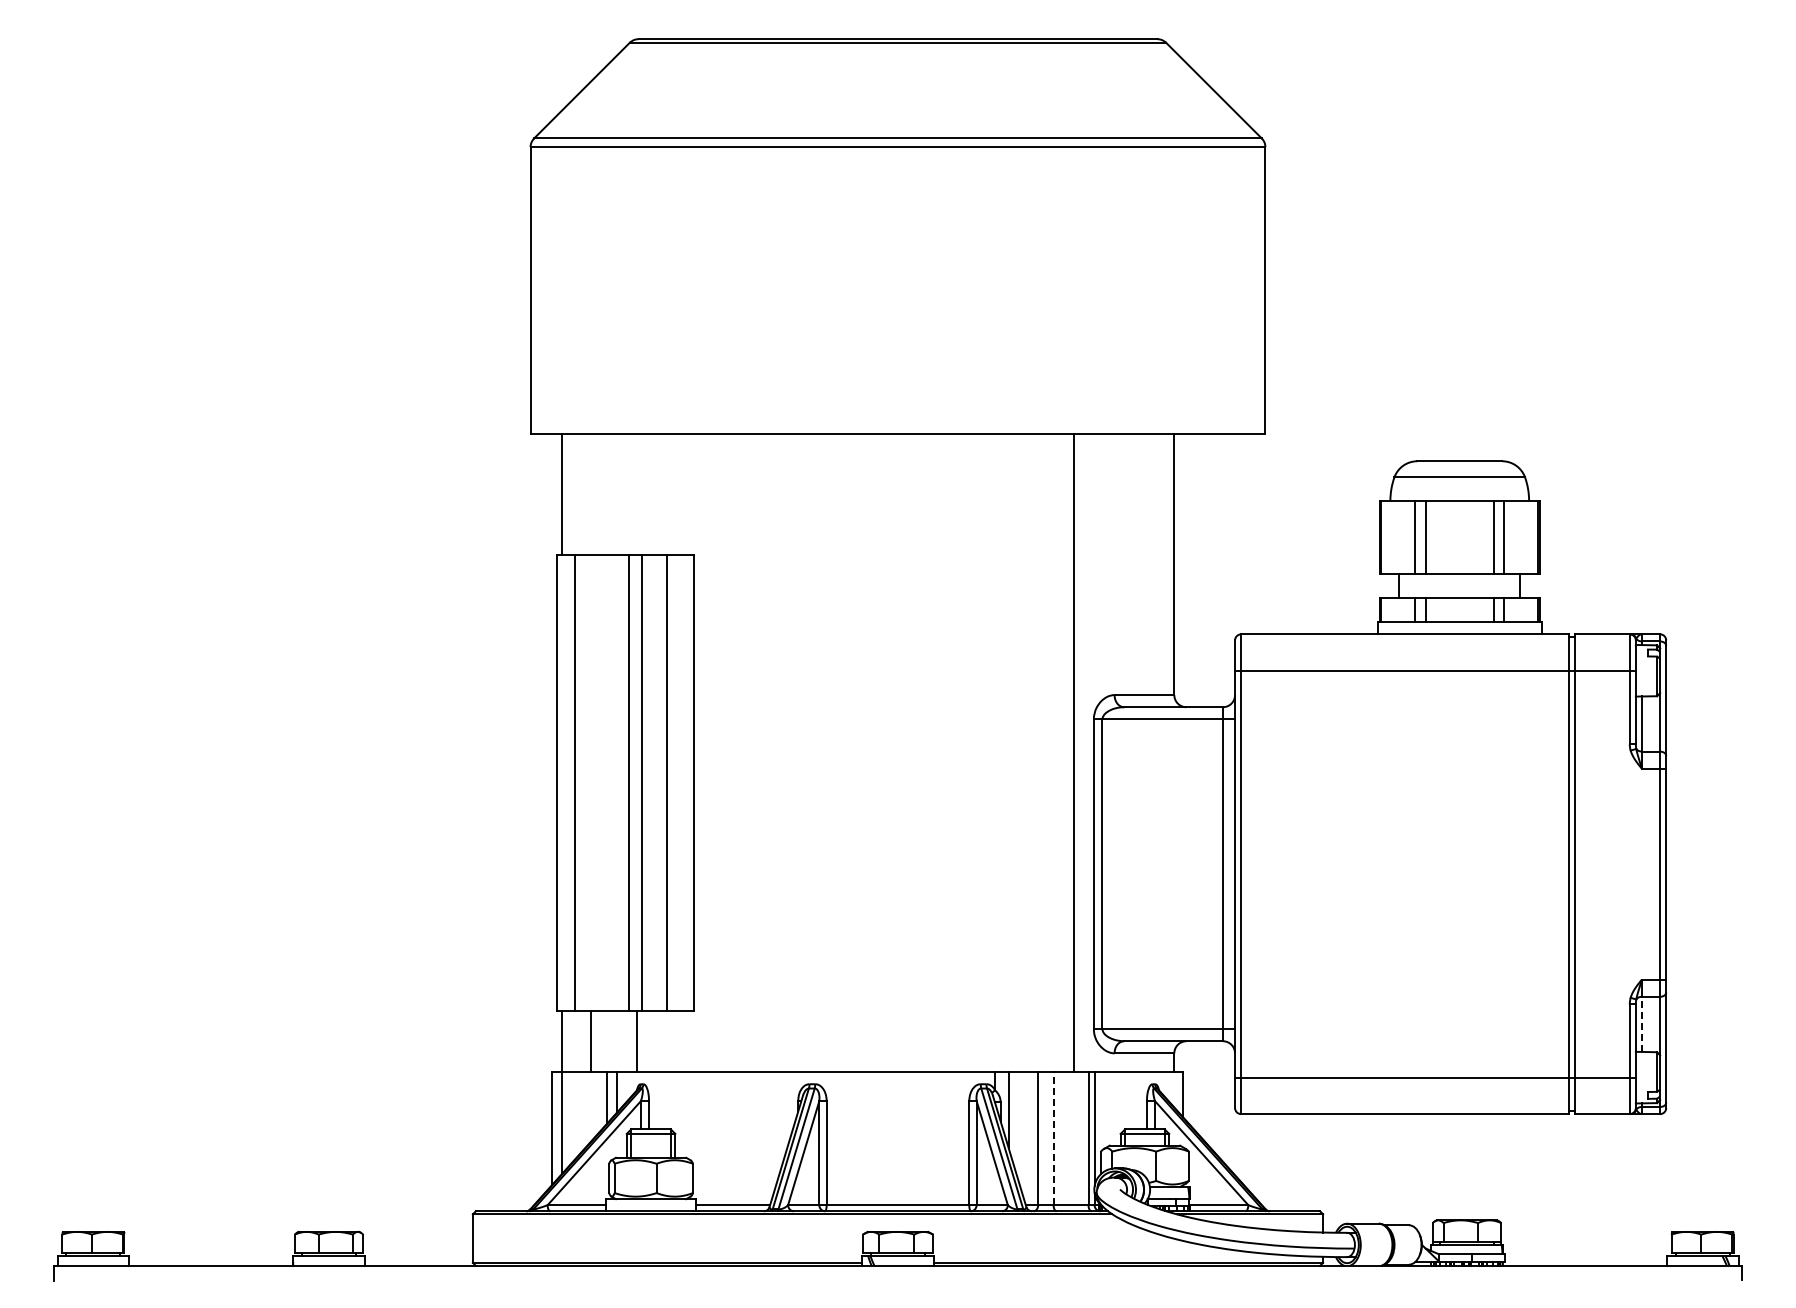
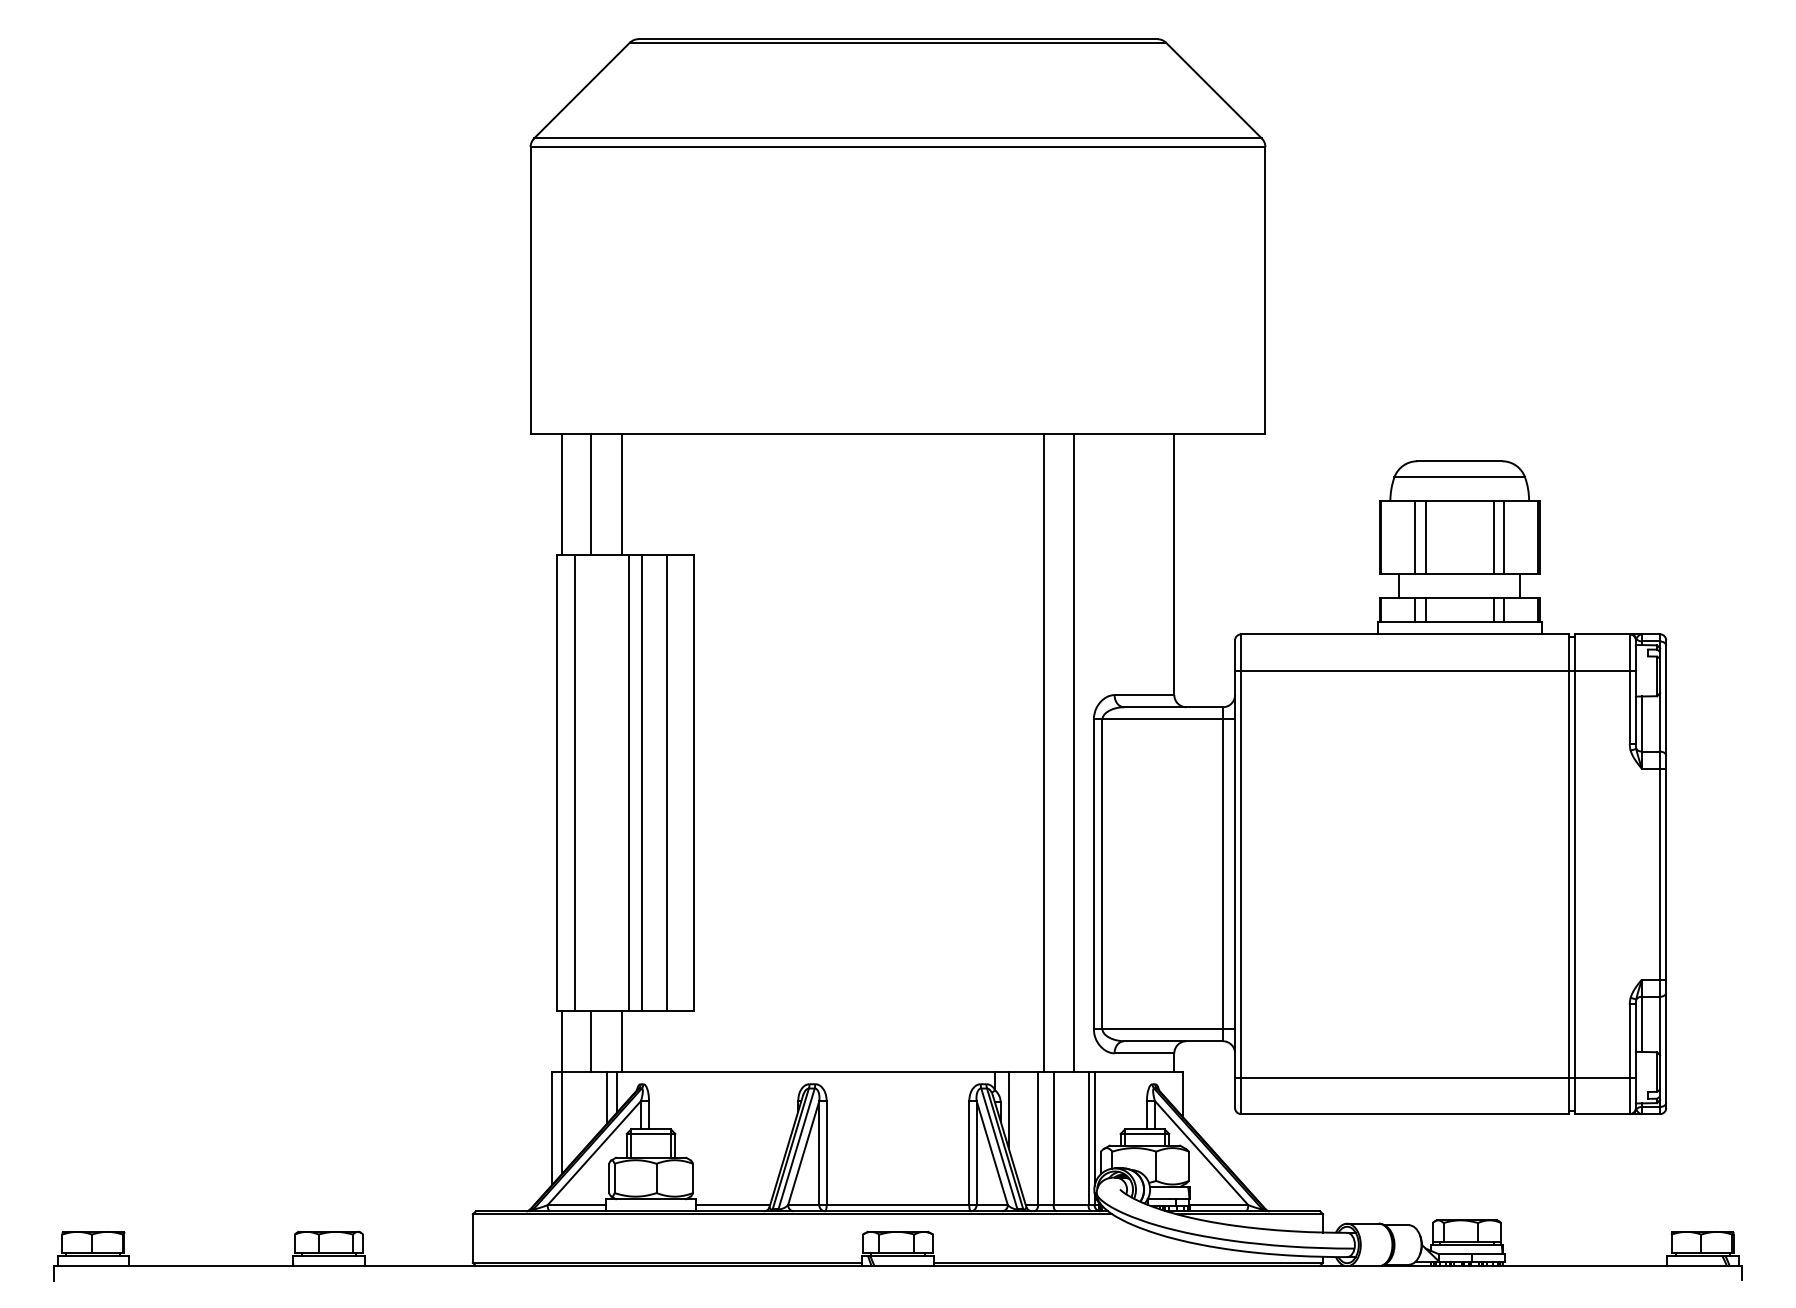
line at (590, 494): none -> present
line at (621, 494): none -> present
line at (1044, 752): none -> present
line at (1641, 1024): dashed -> solid
line at (636, 1040) position: (636, 1040) -> (621, 1040)
line at (1053, 1138): dashed -> solid
